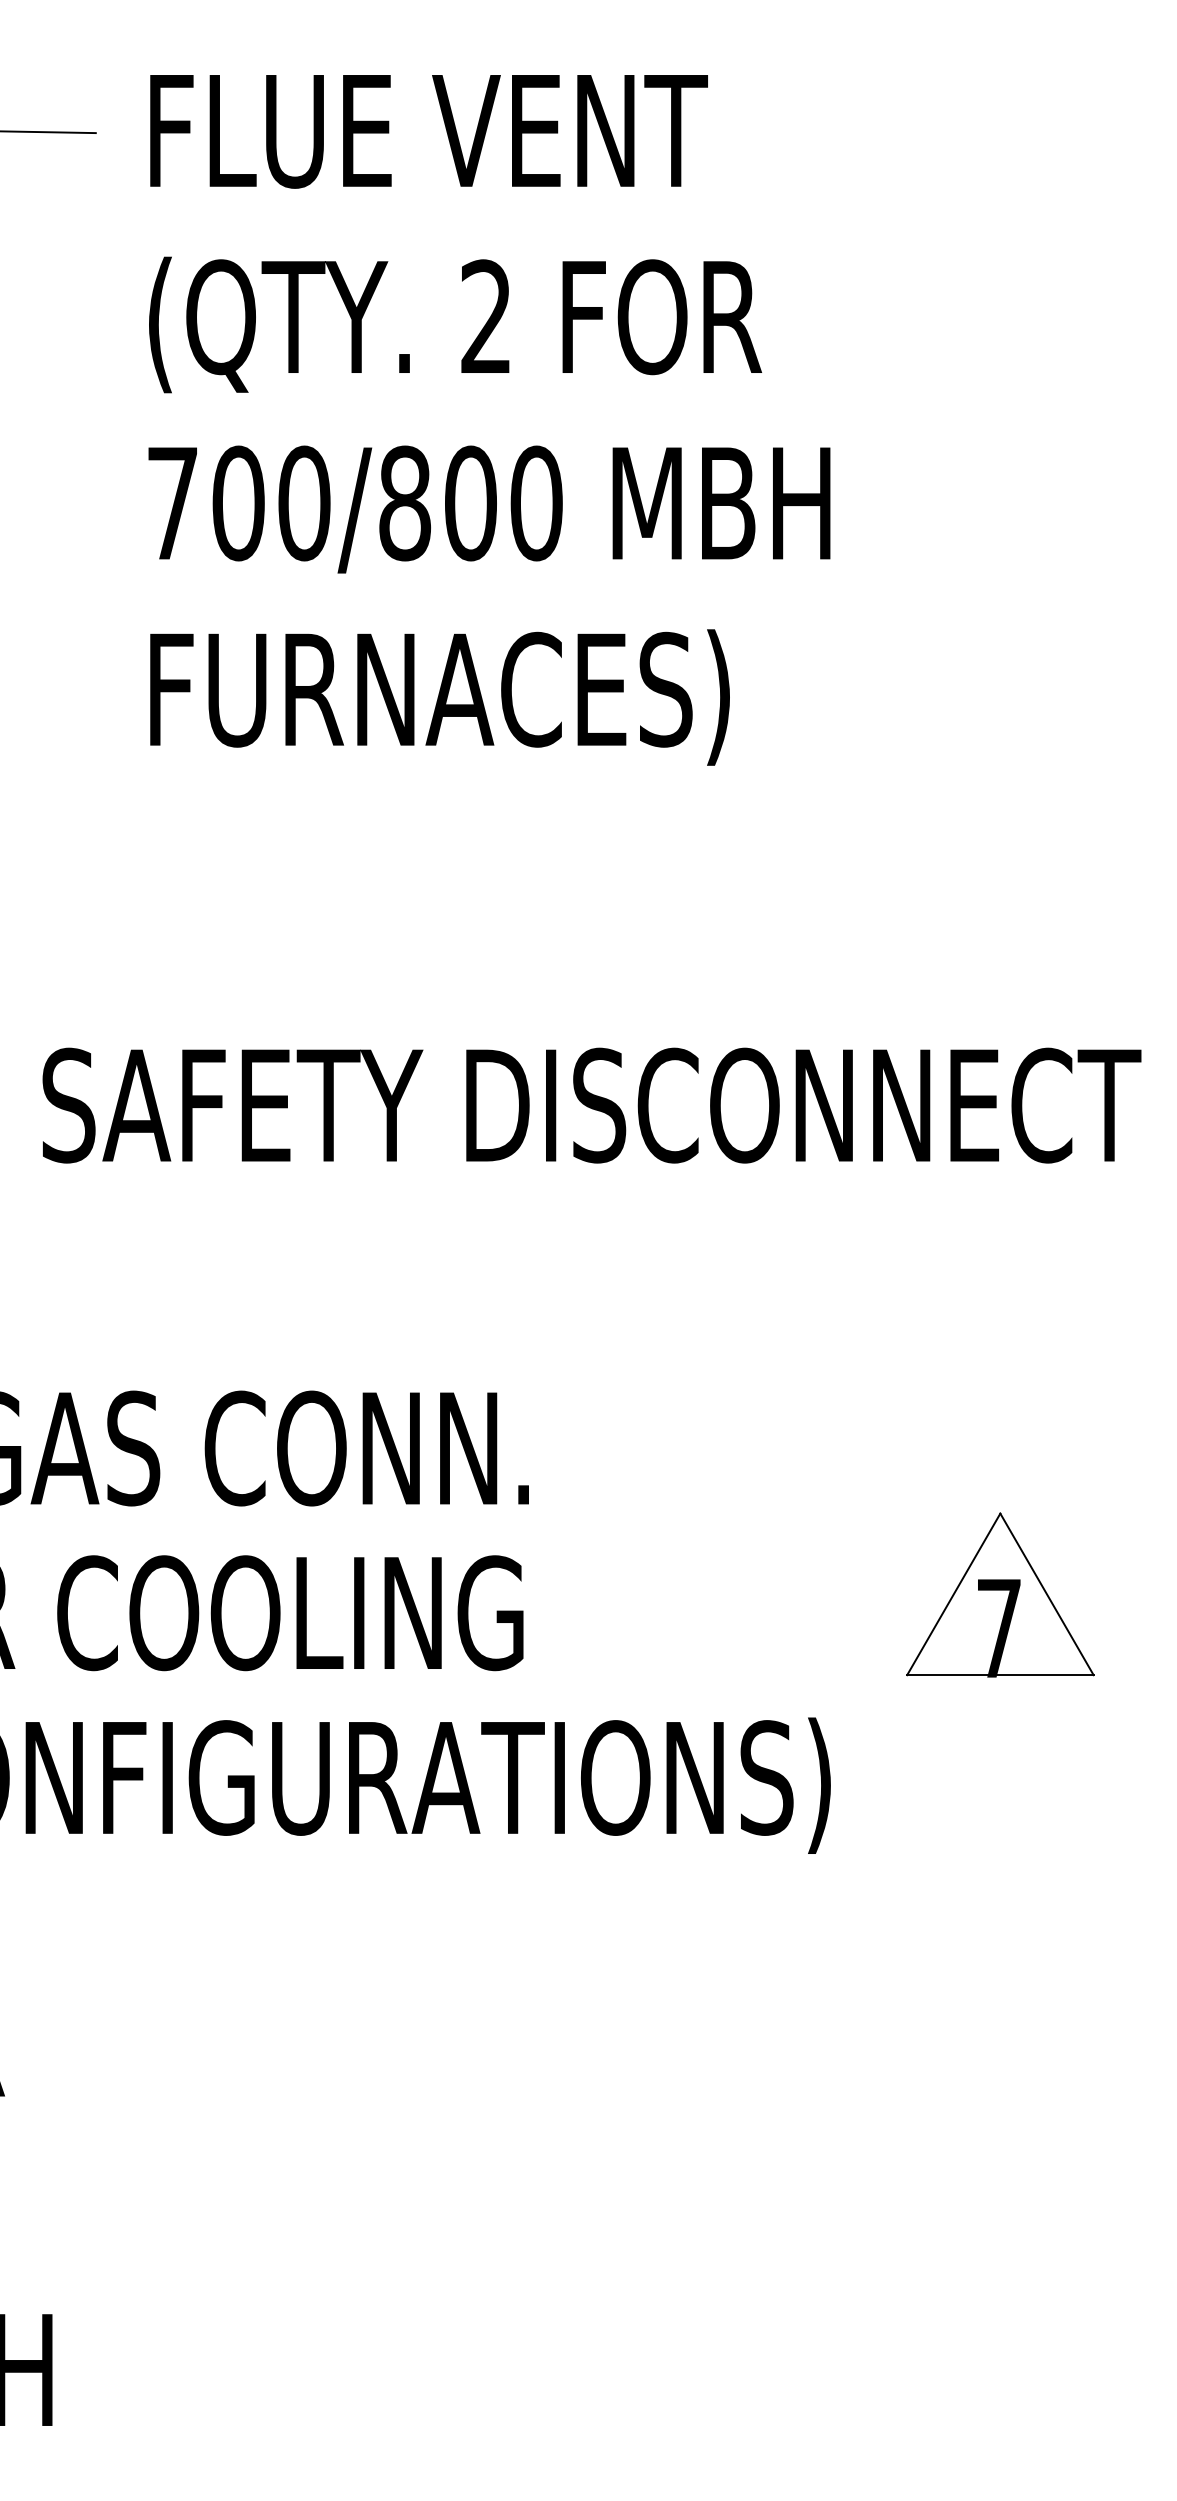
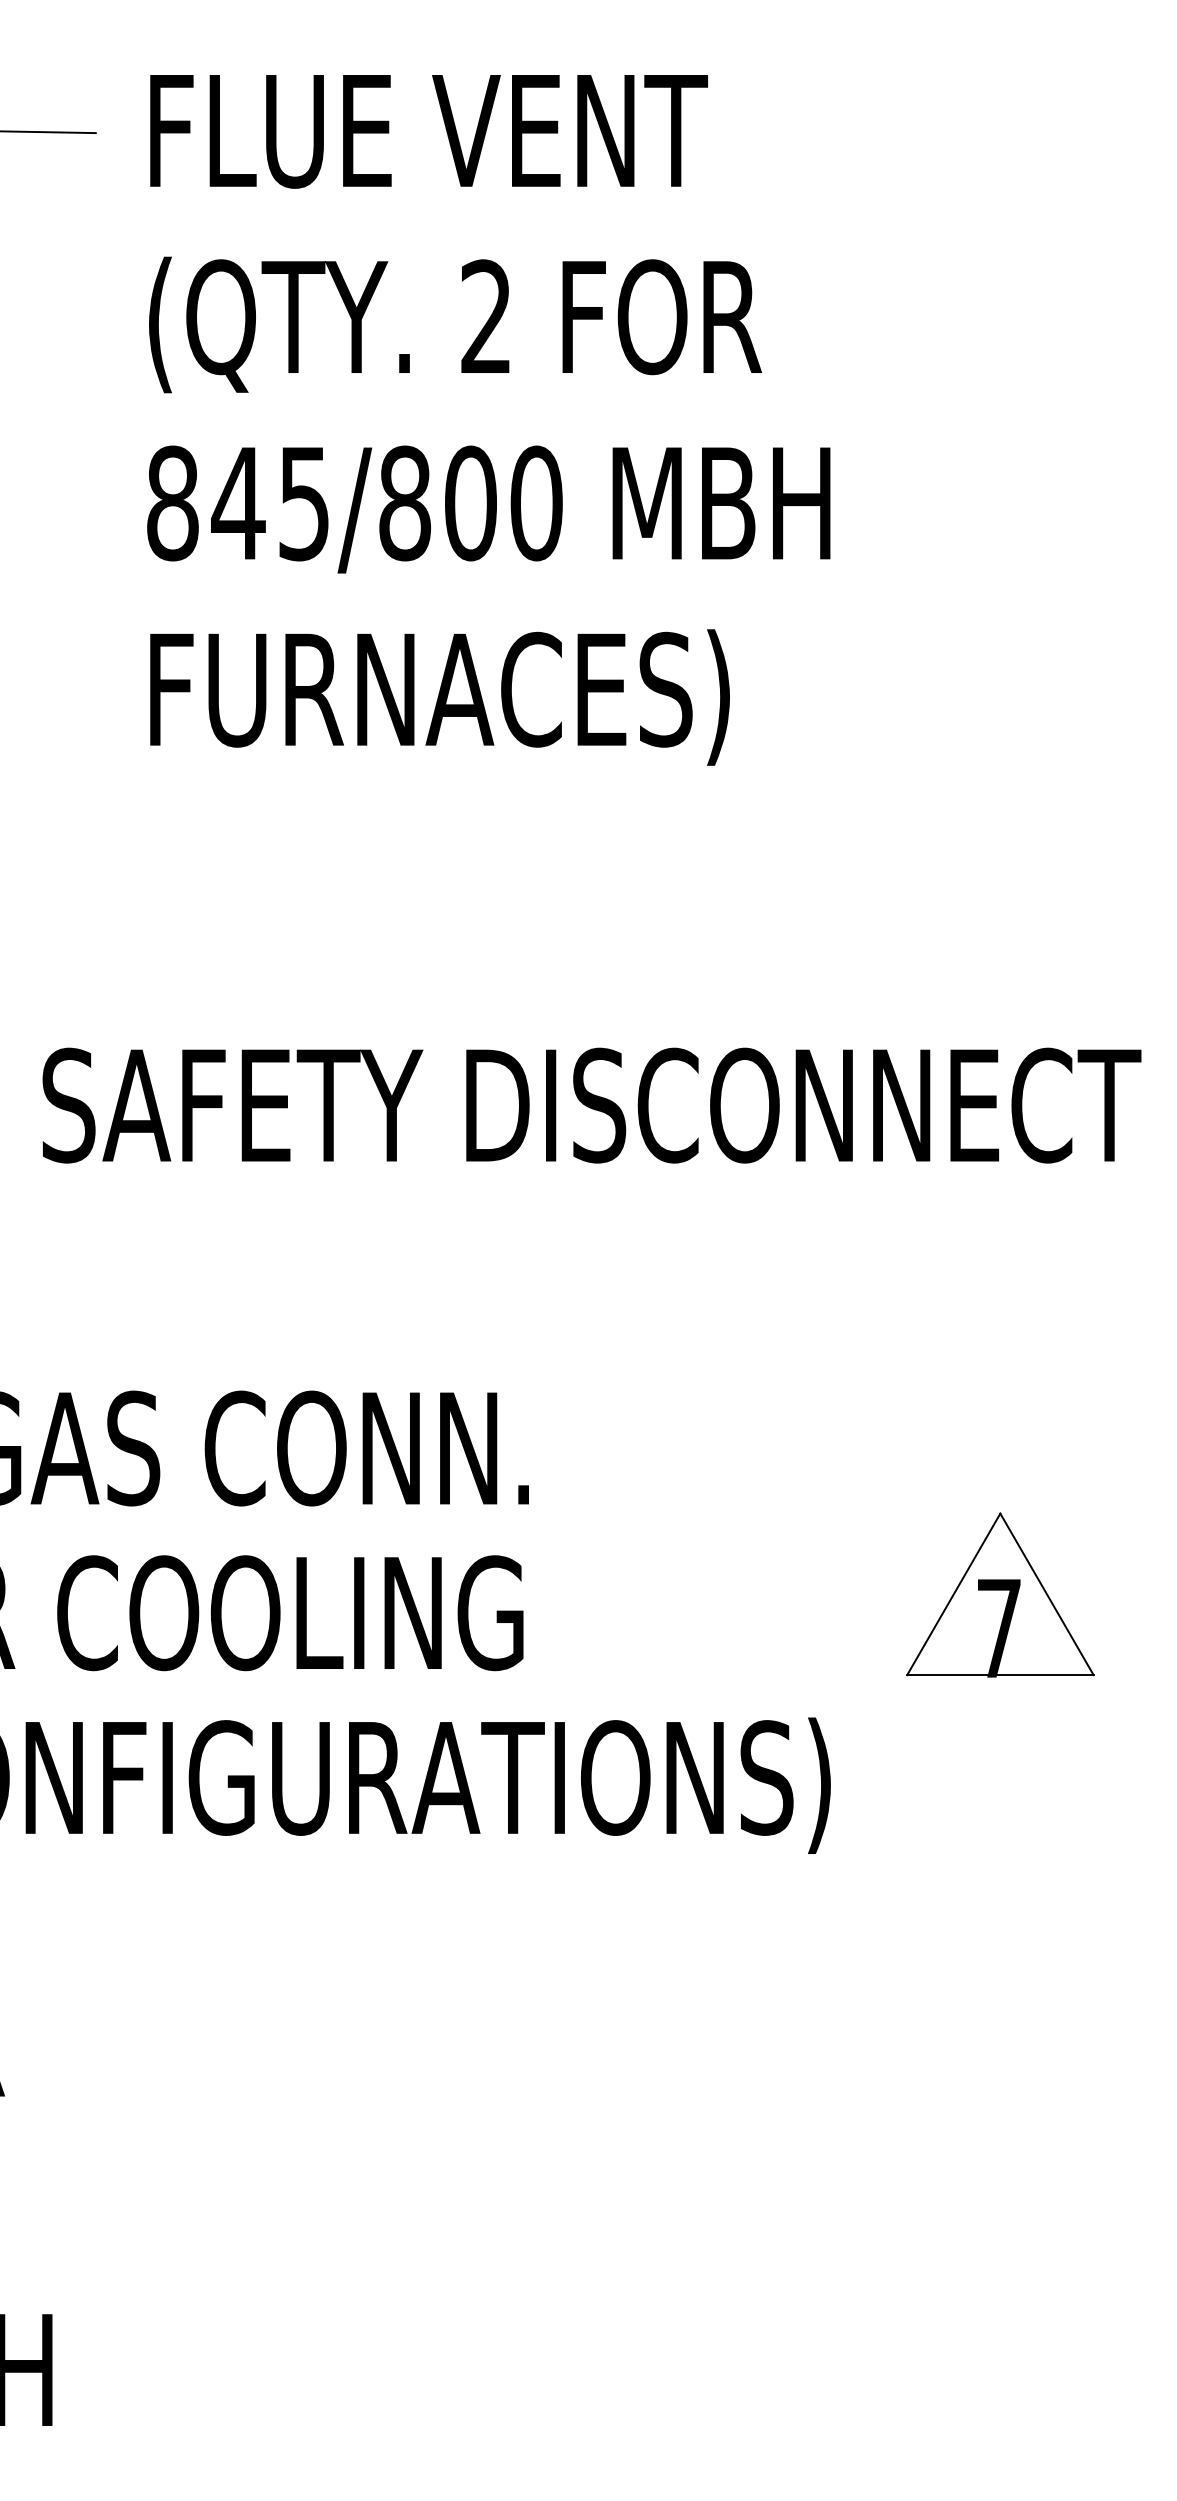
text at (238, 503): 700/800 -> 845/800
